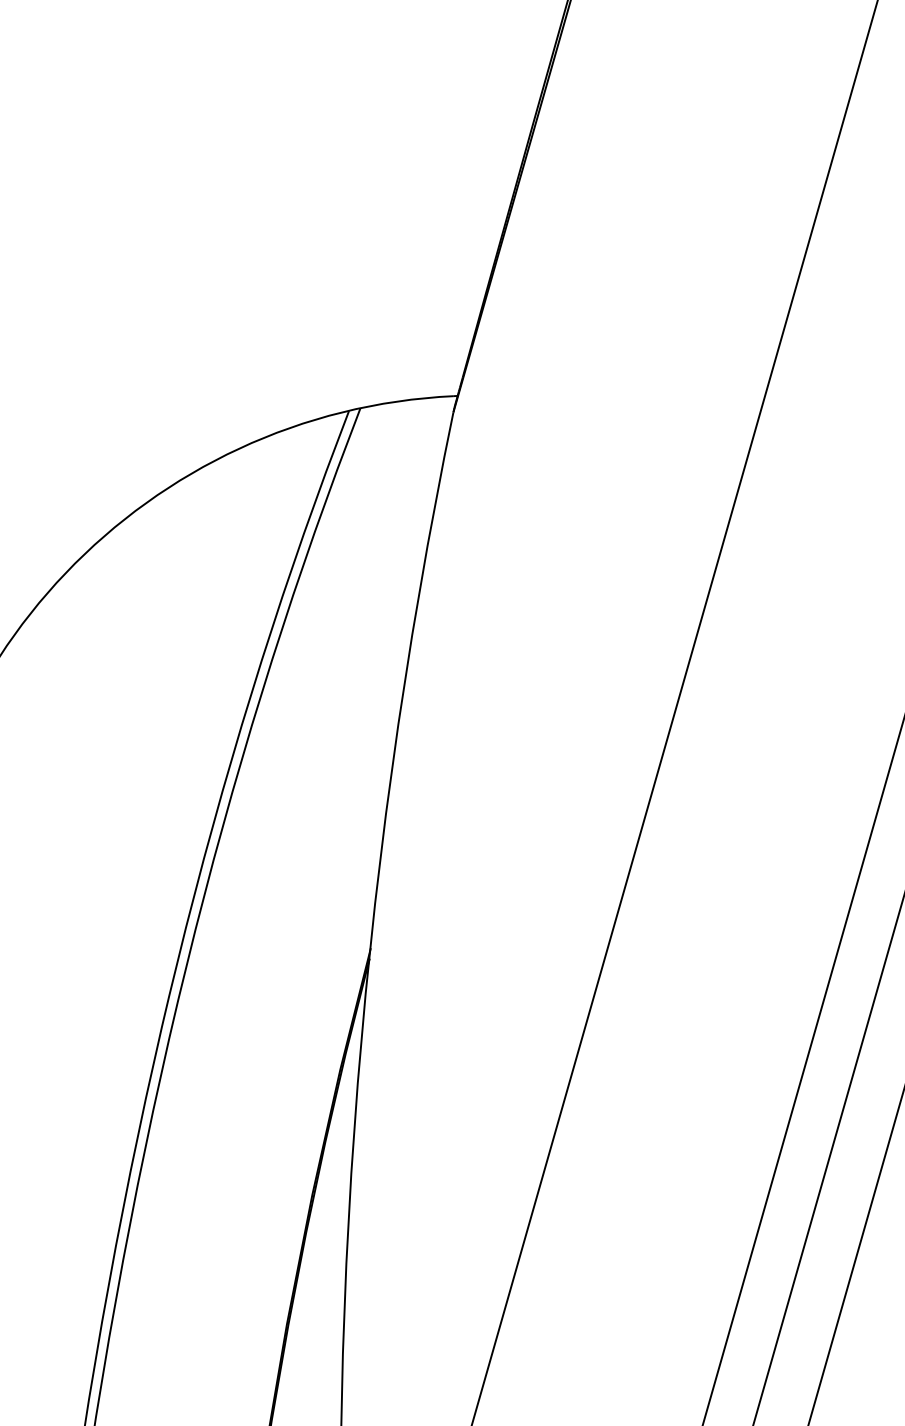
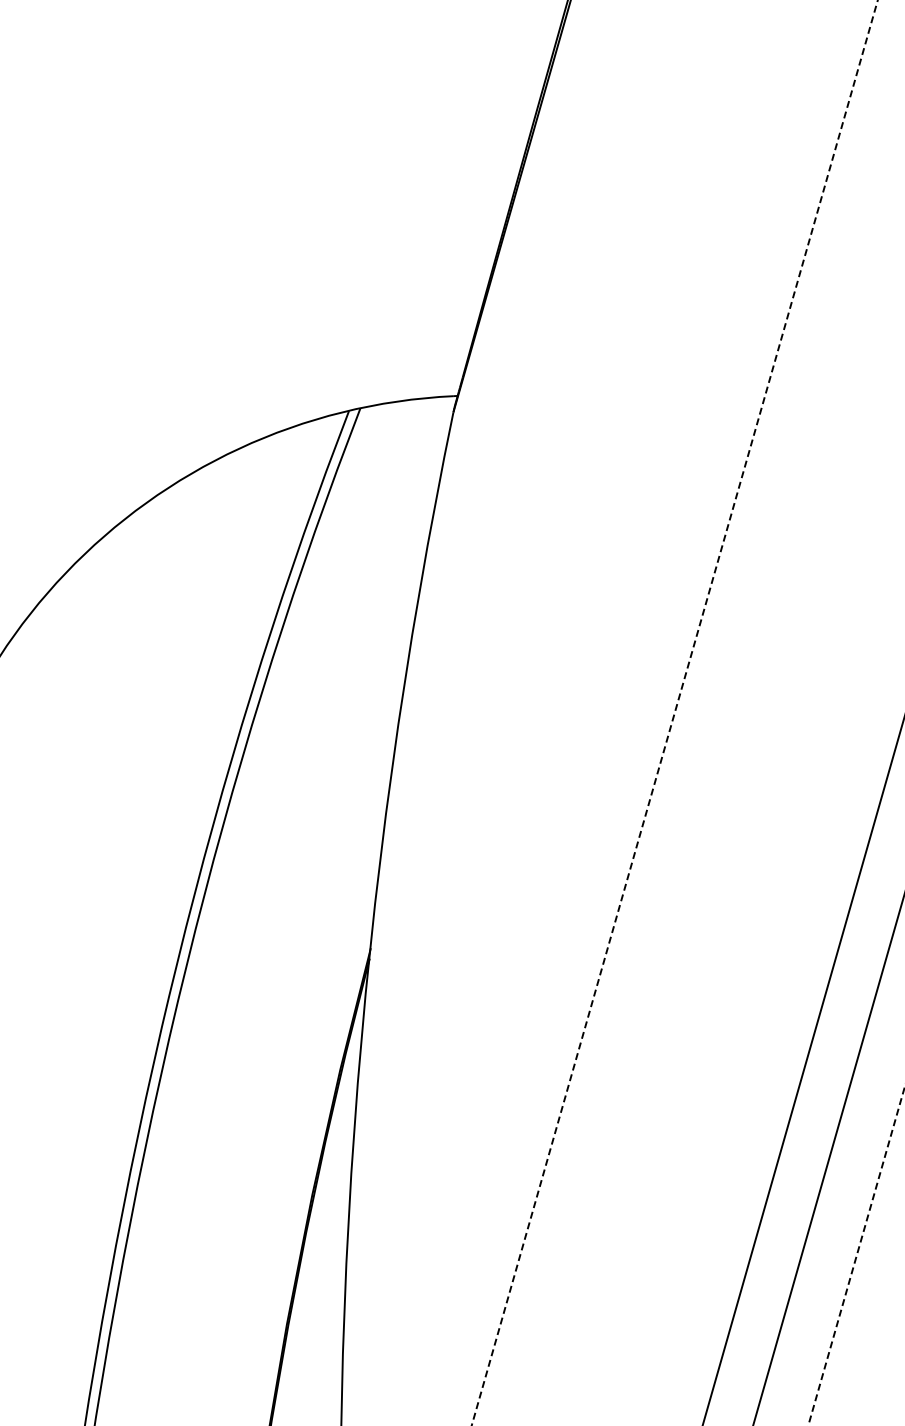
line at (674, 713): solid -> dashed
line at (856, 1256): solid -> dashed
